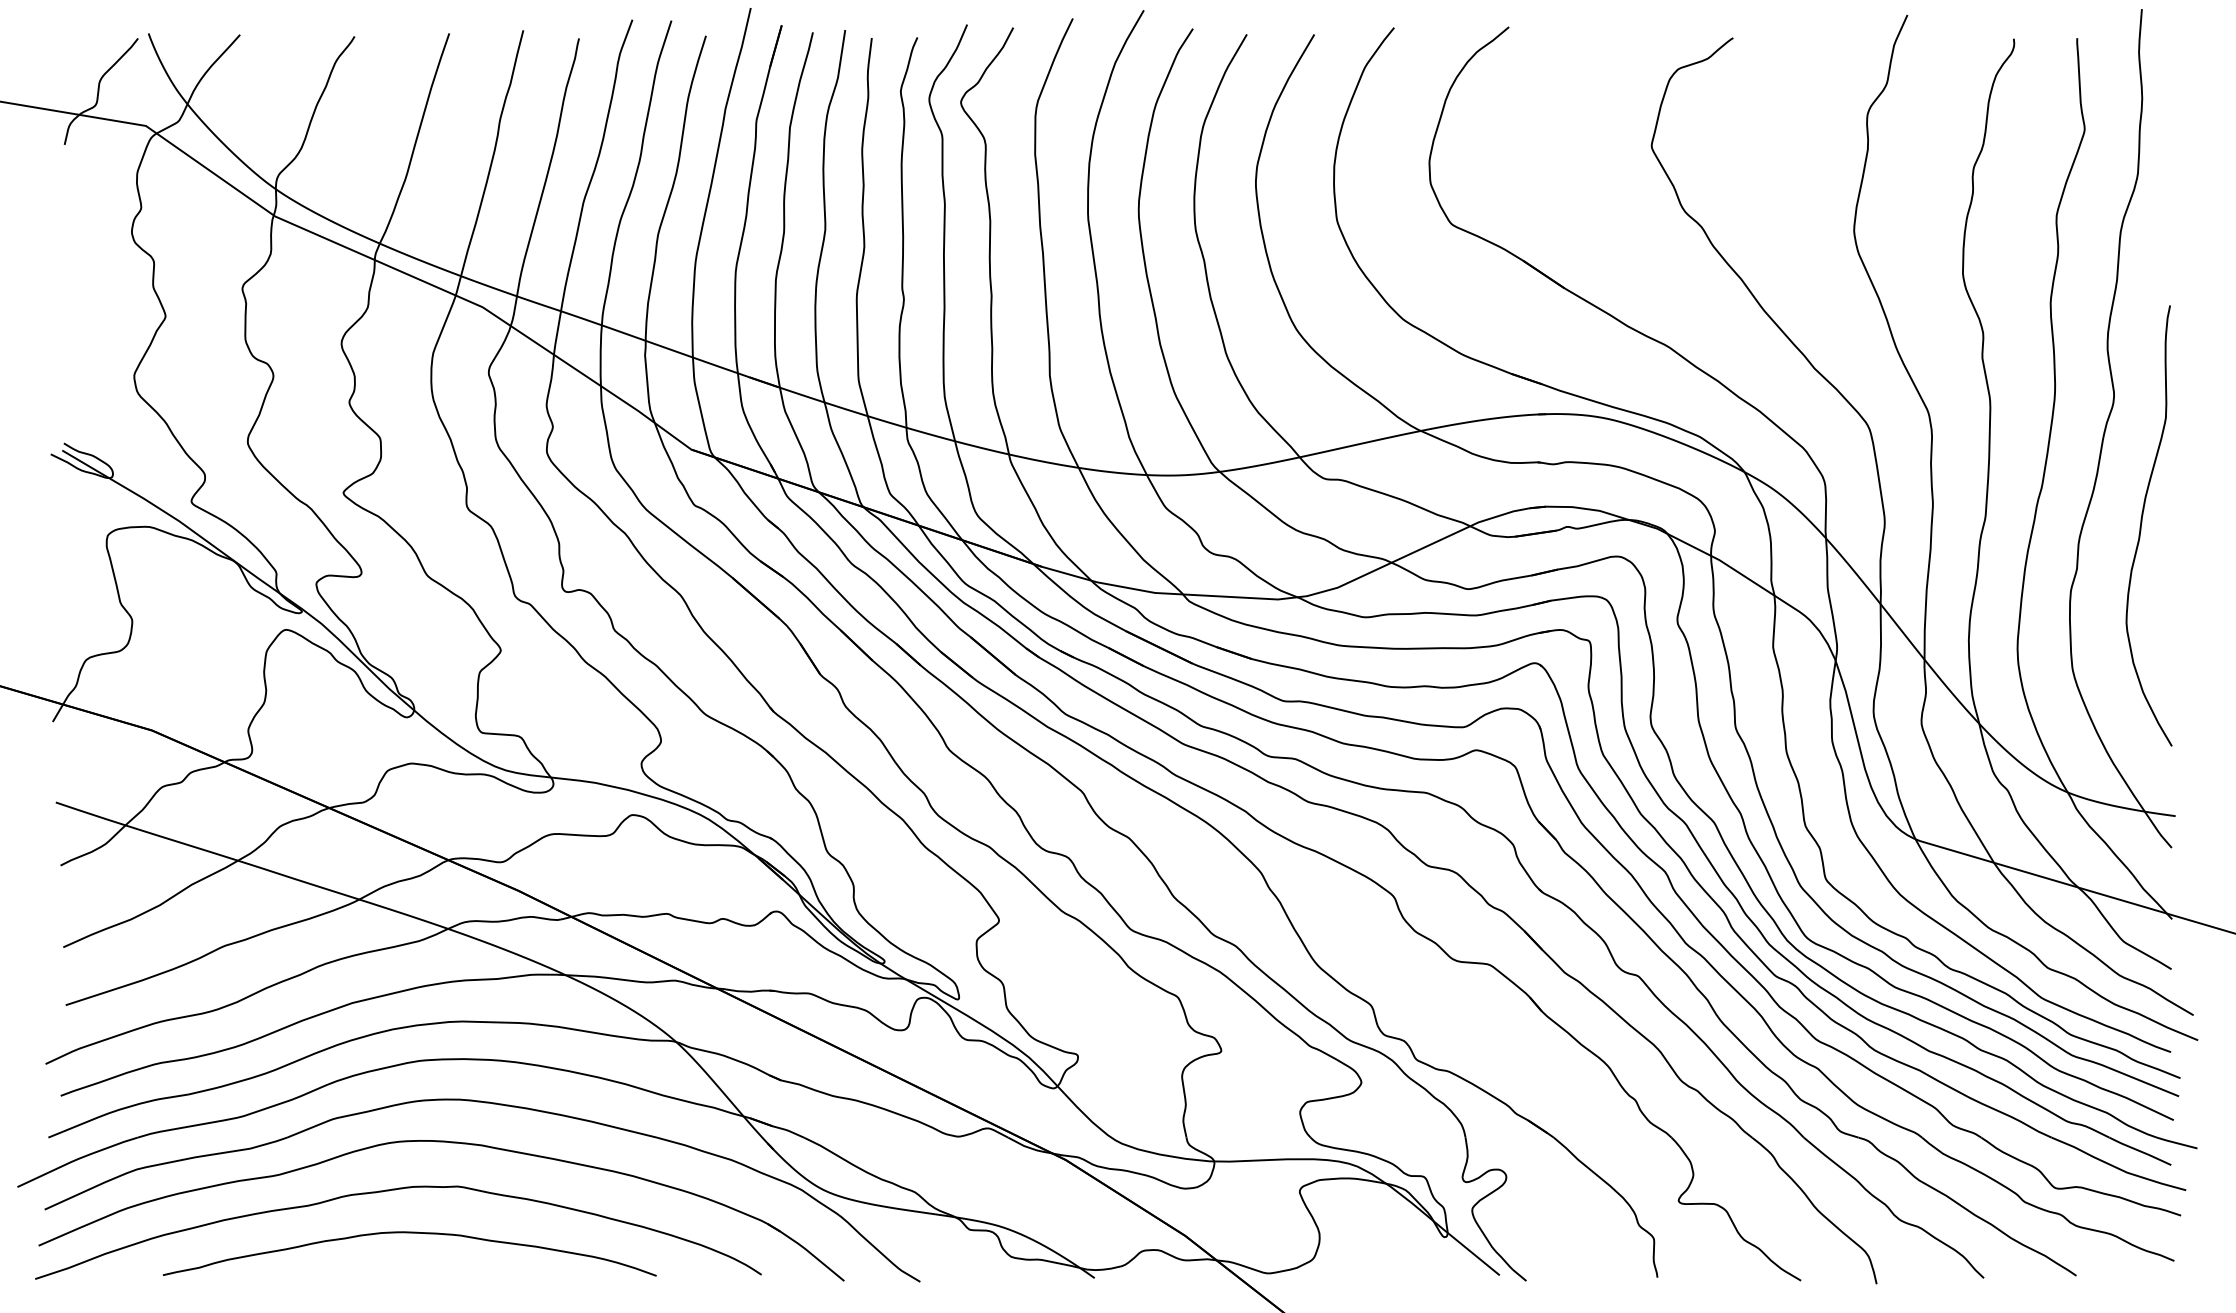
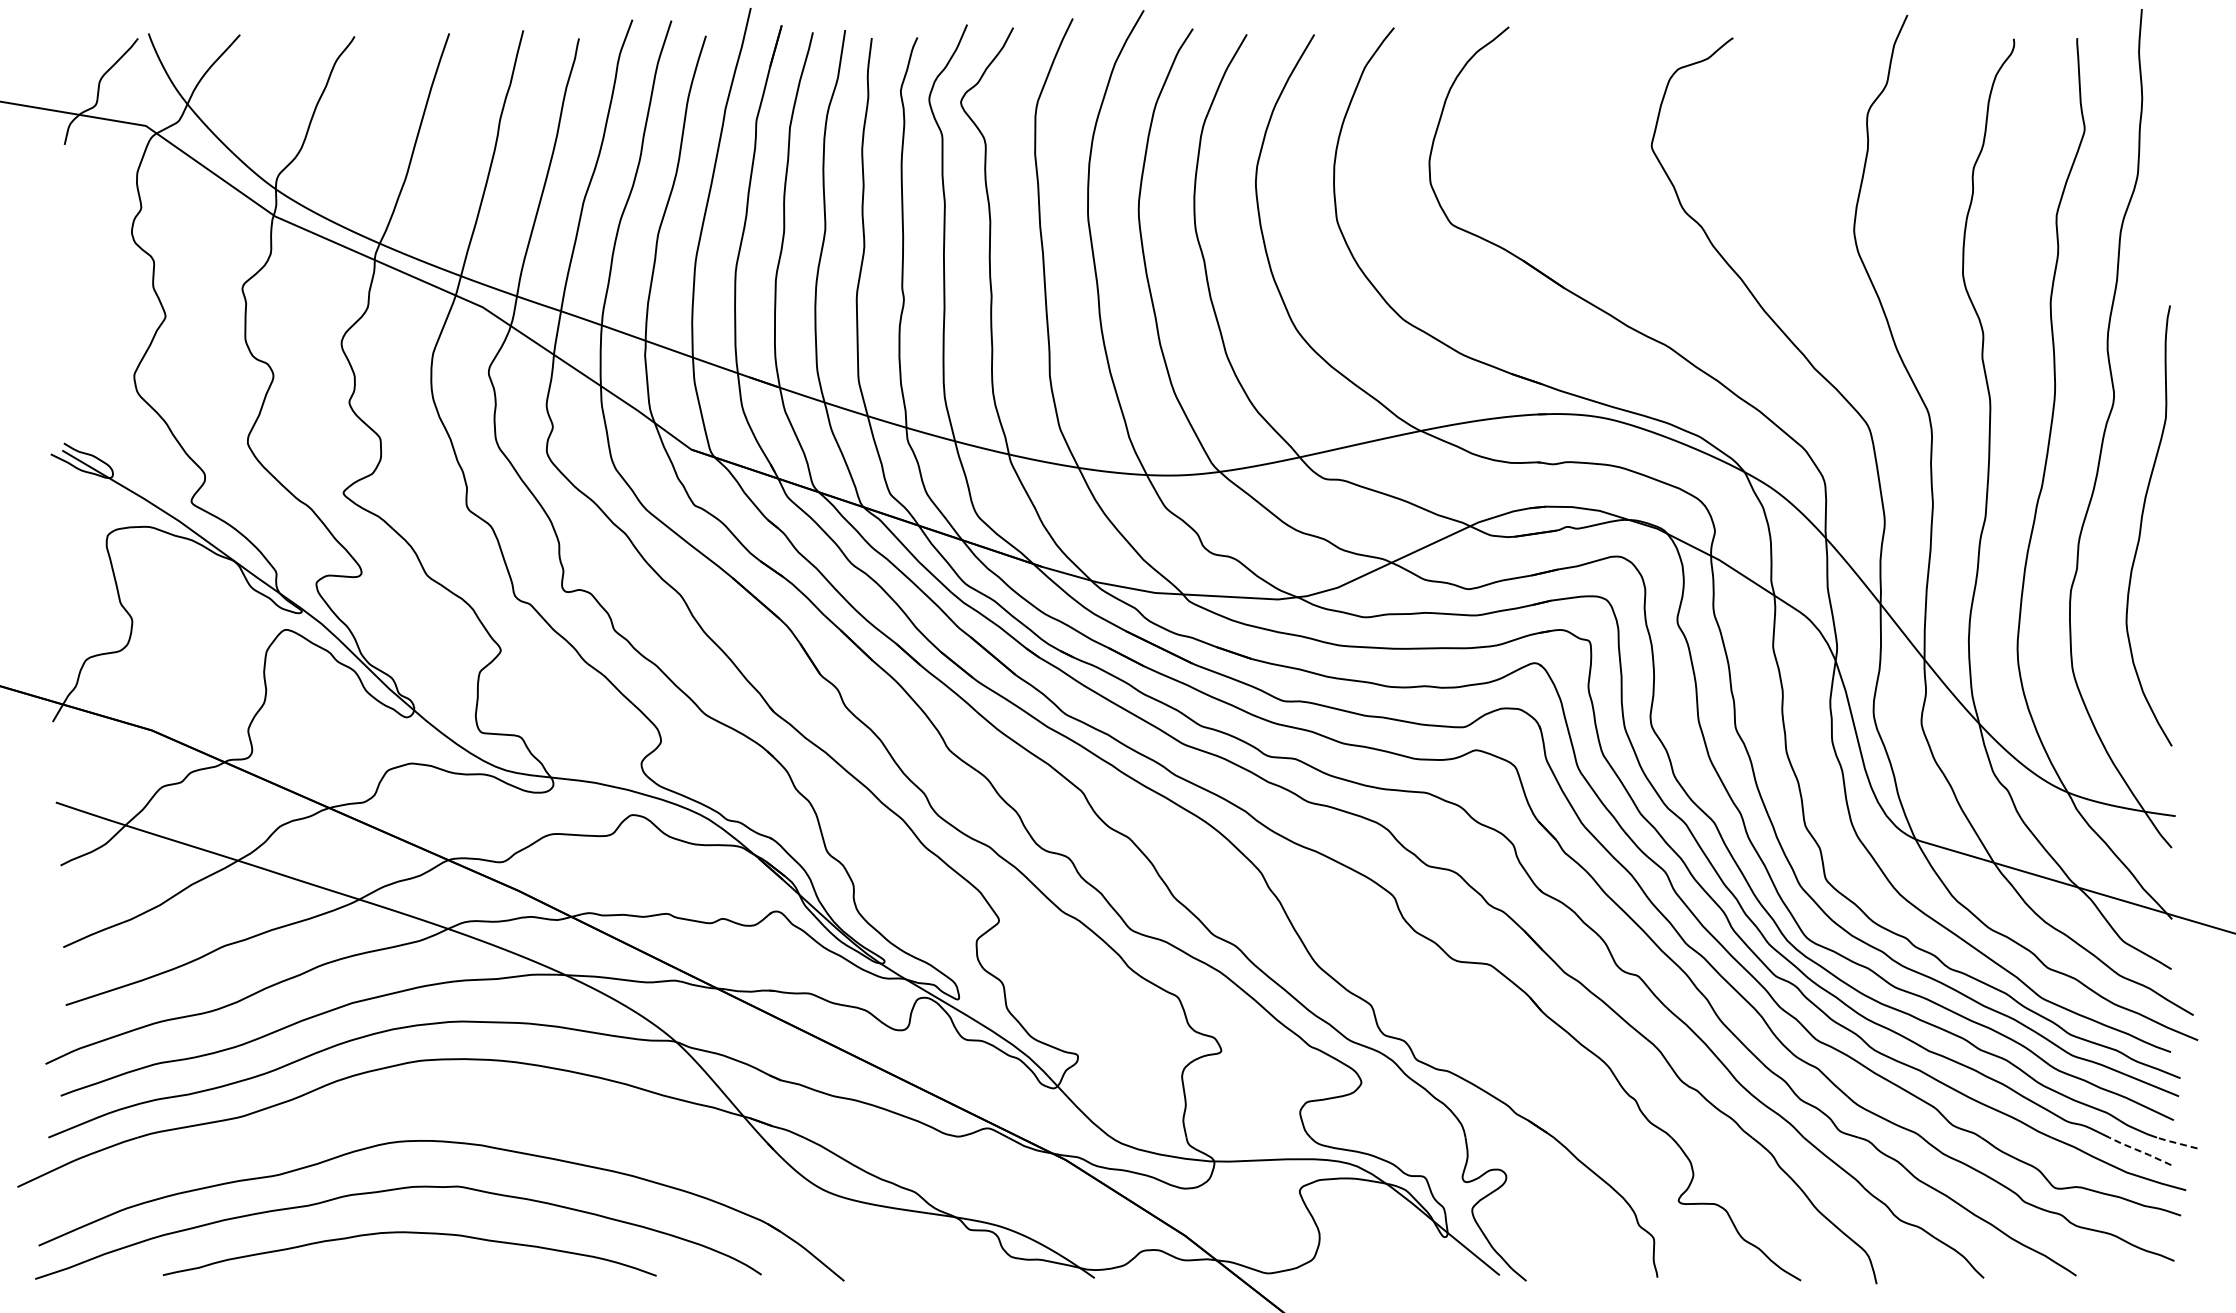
part at (492, 1104): present -> none
line at (2176, 1143): solid -> dashed
line at (2140, 1151): solid -> dashed
